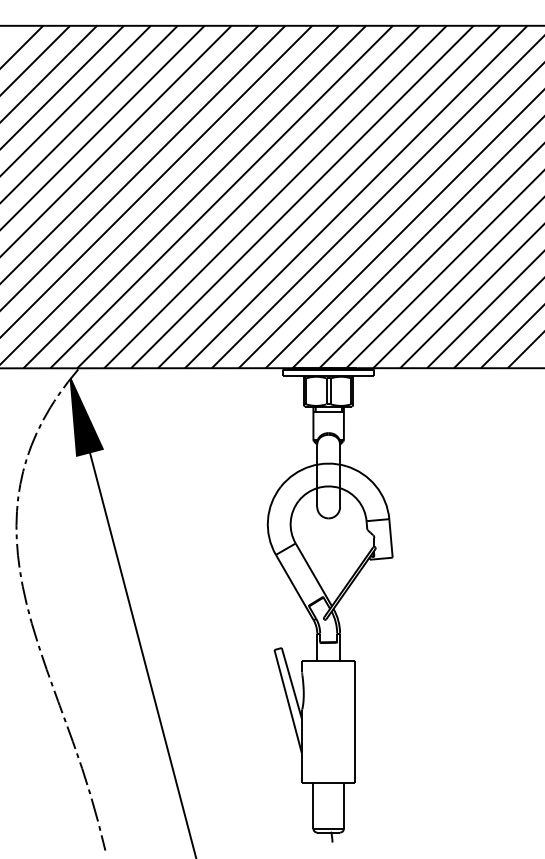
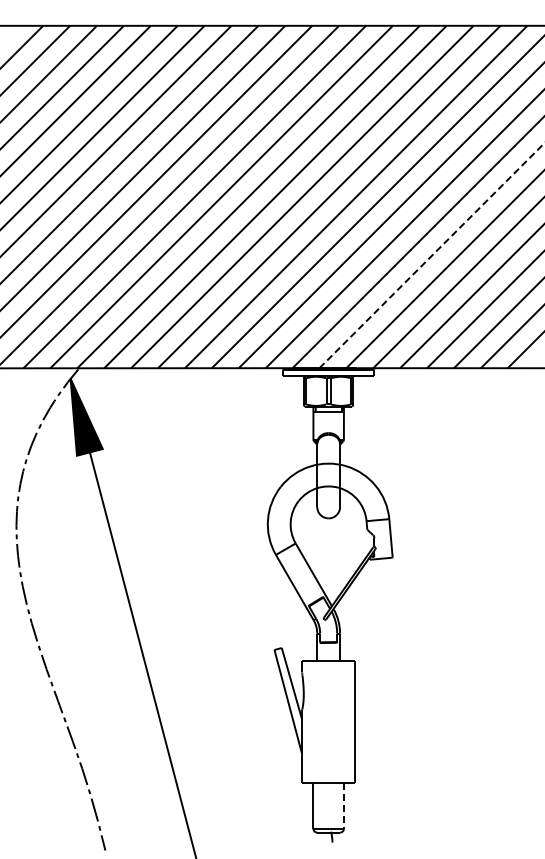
line at (432, 255): solid -> dashed
line at (343, 806): solid -> dashed
